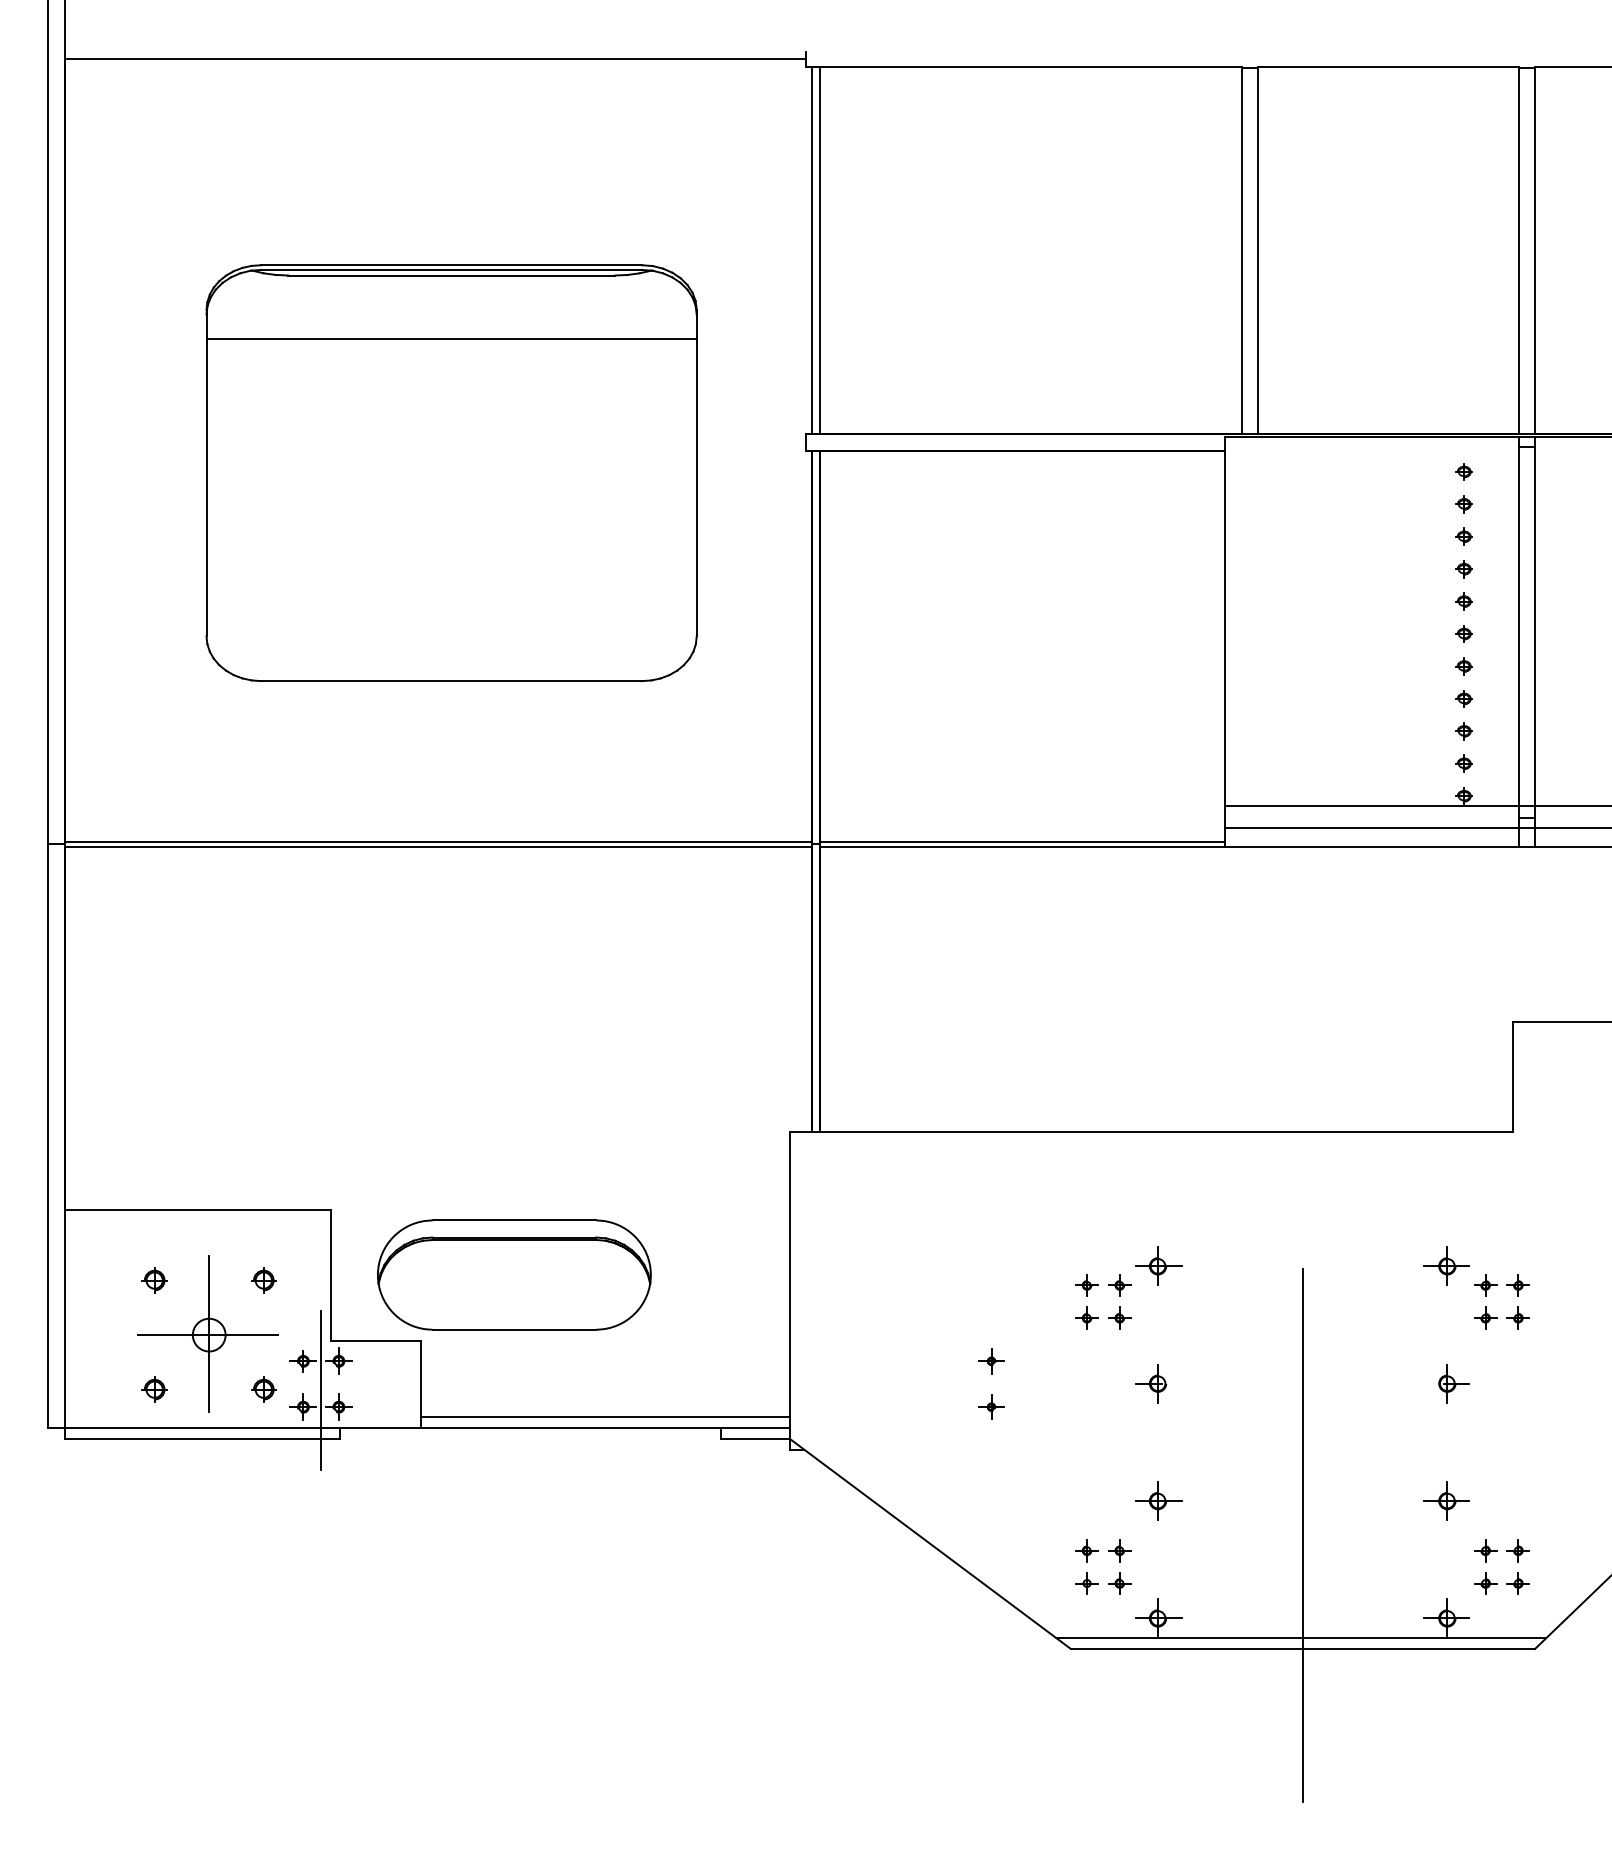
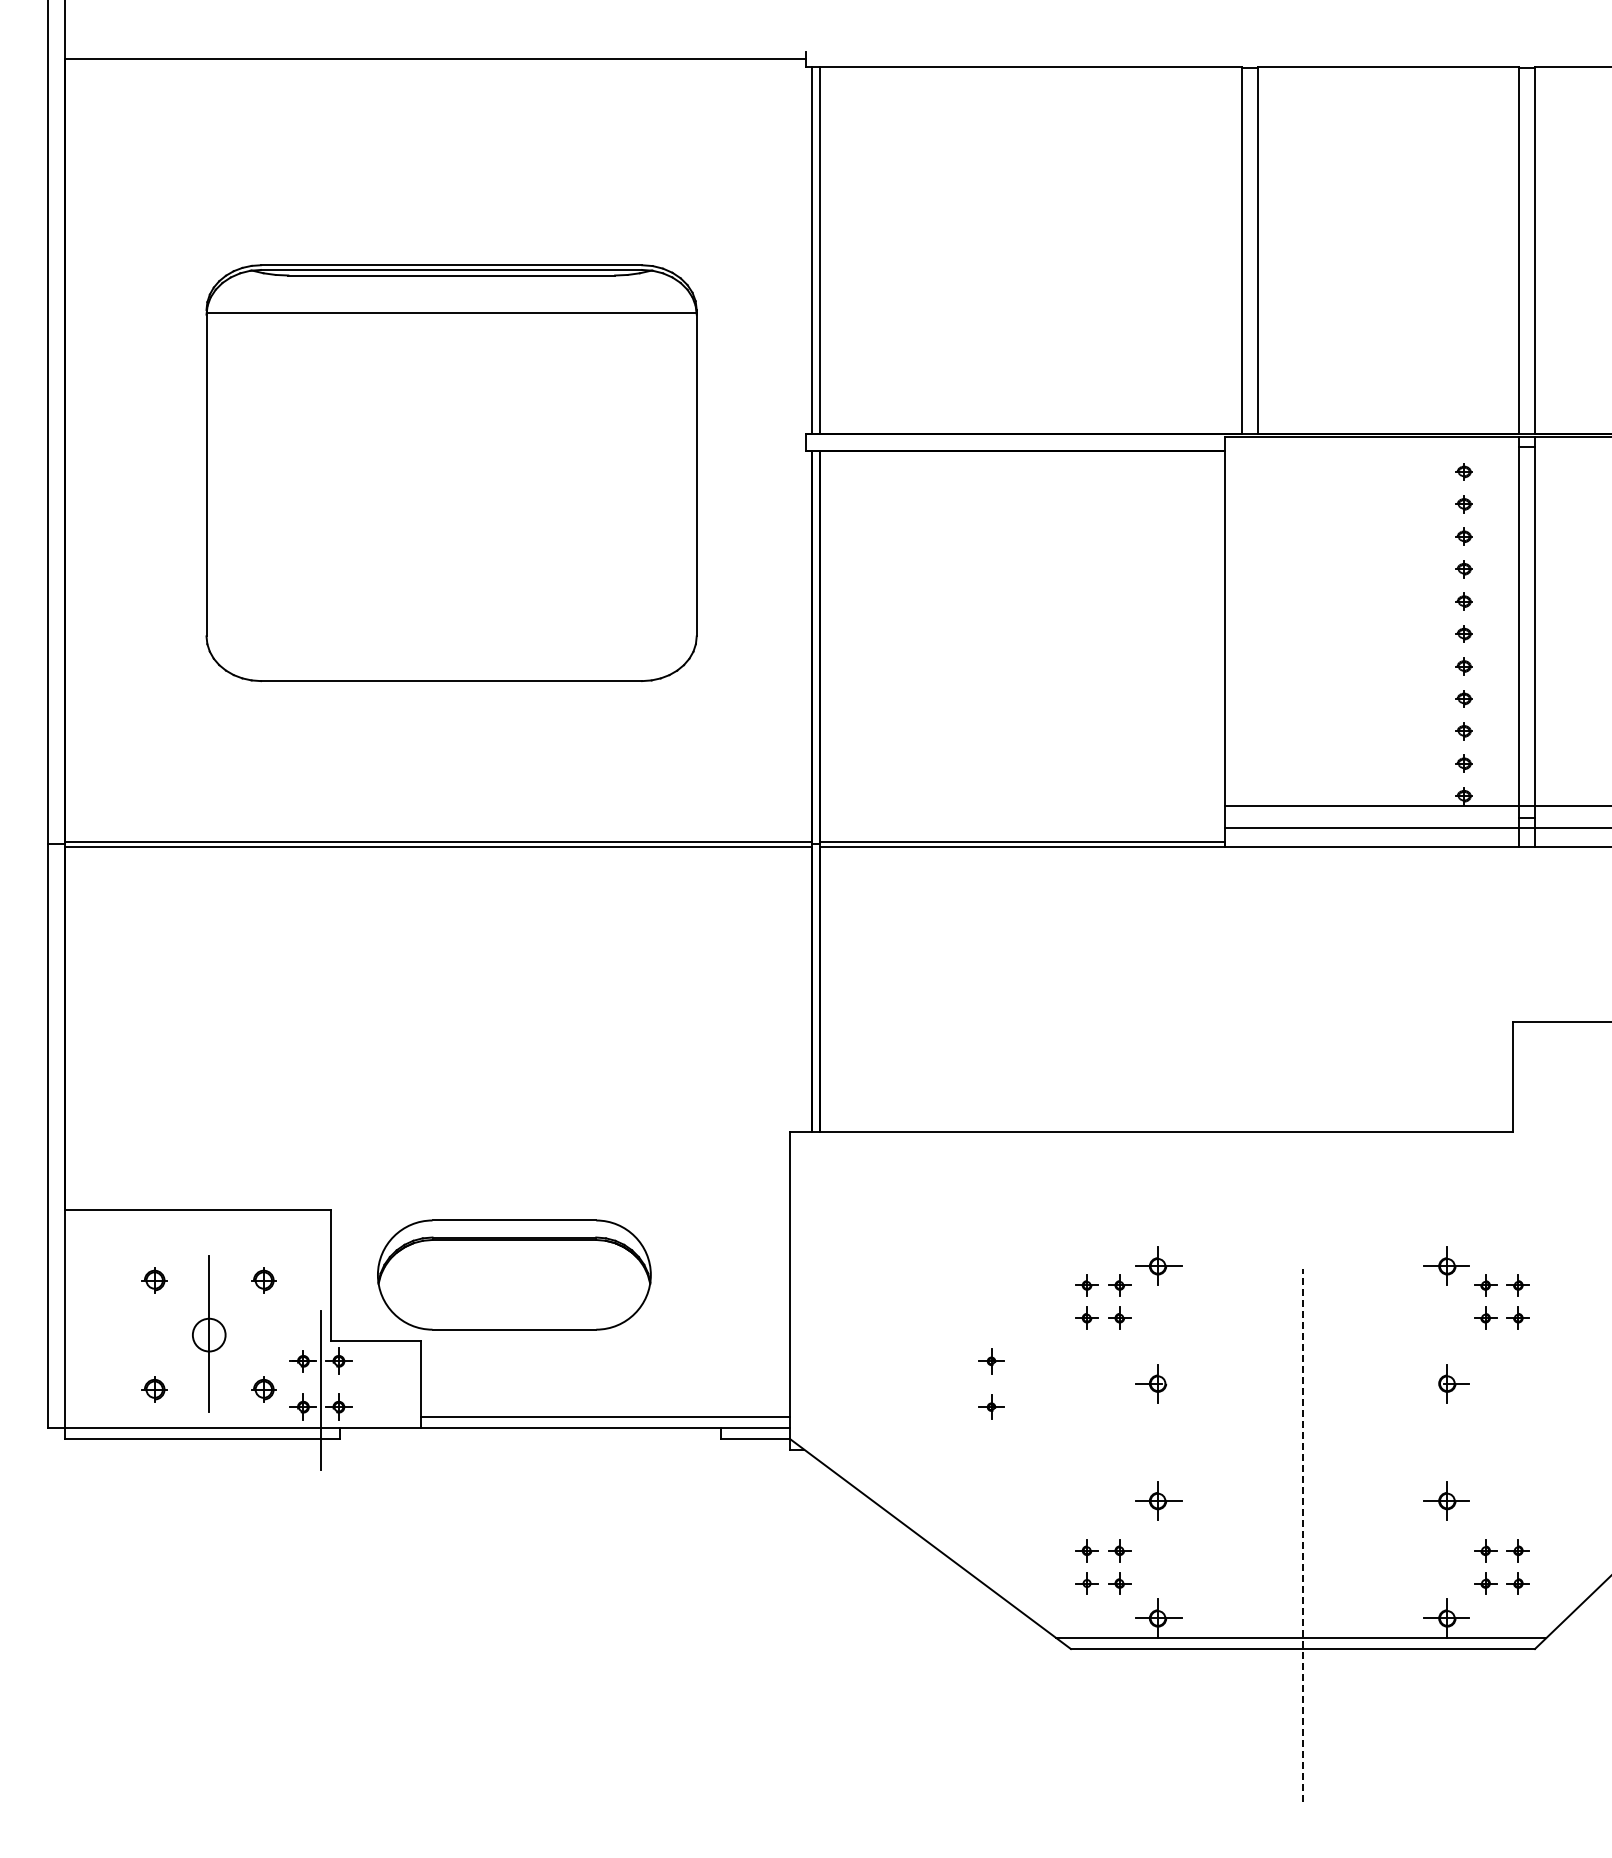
line at (451, 338) position: (451, 338) -> (451, 312)
line at (208, 1335): present -> none
line at (1302, 1535): solid -> dashed
